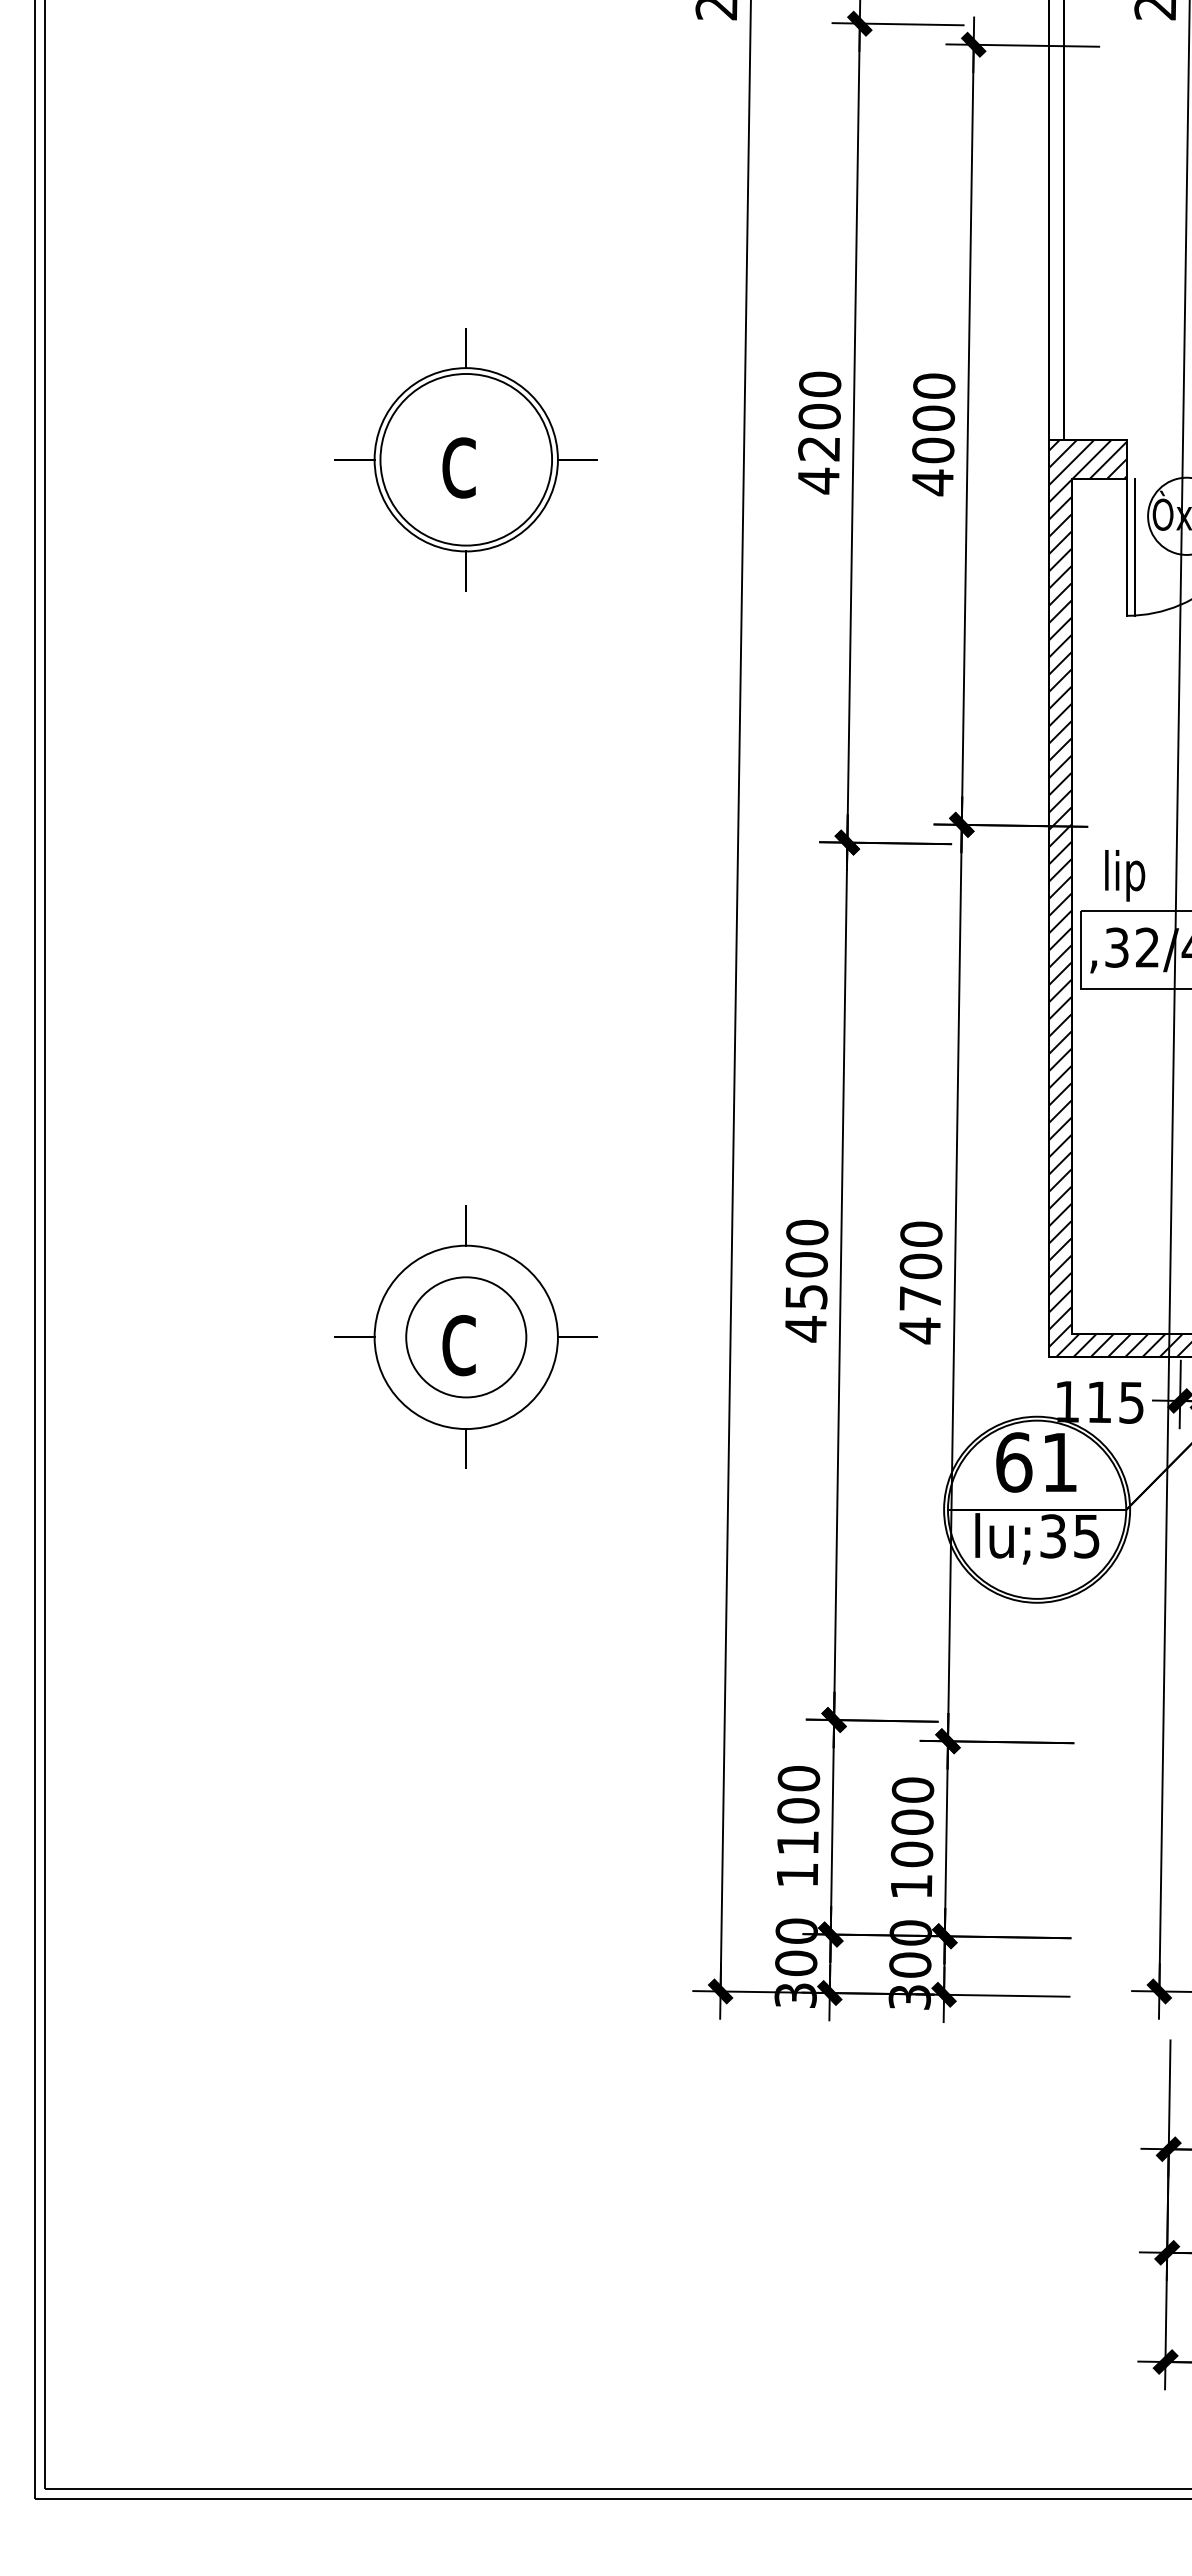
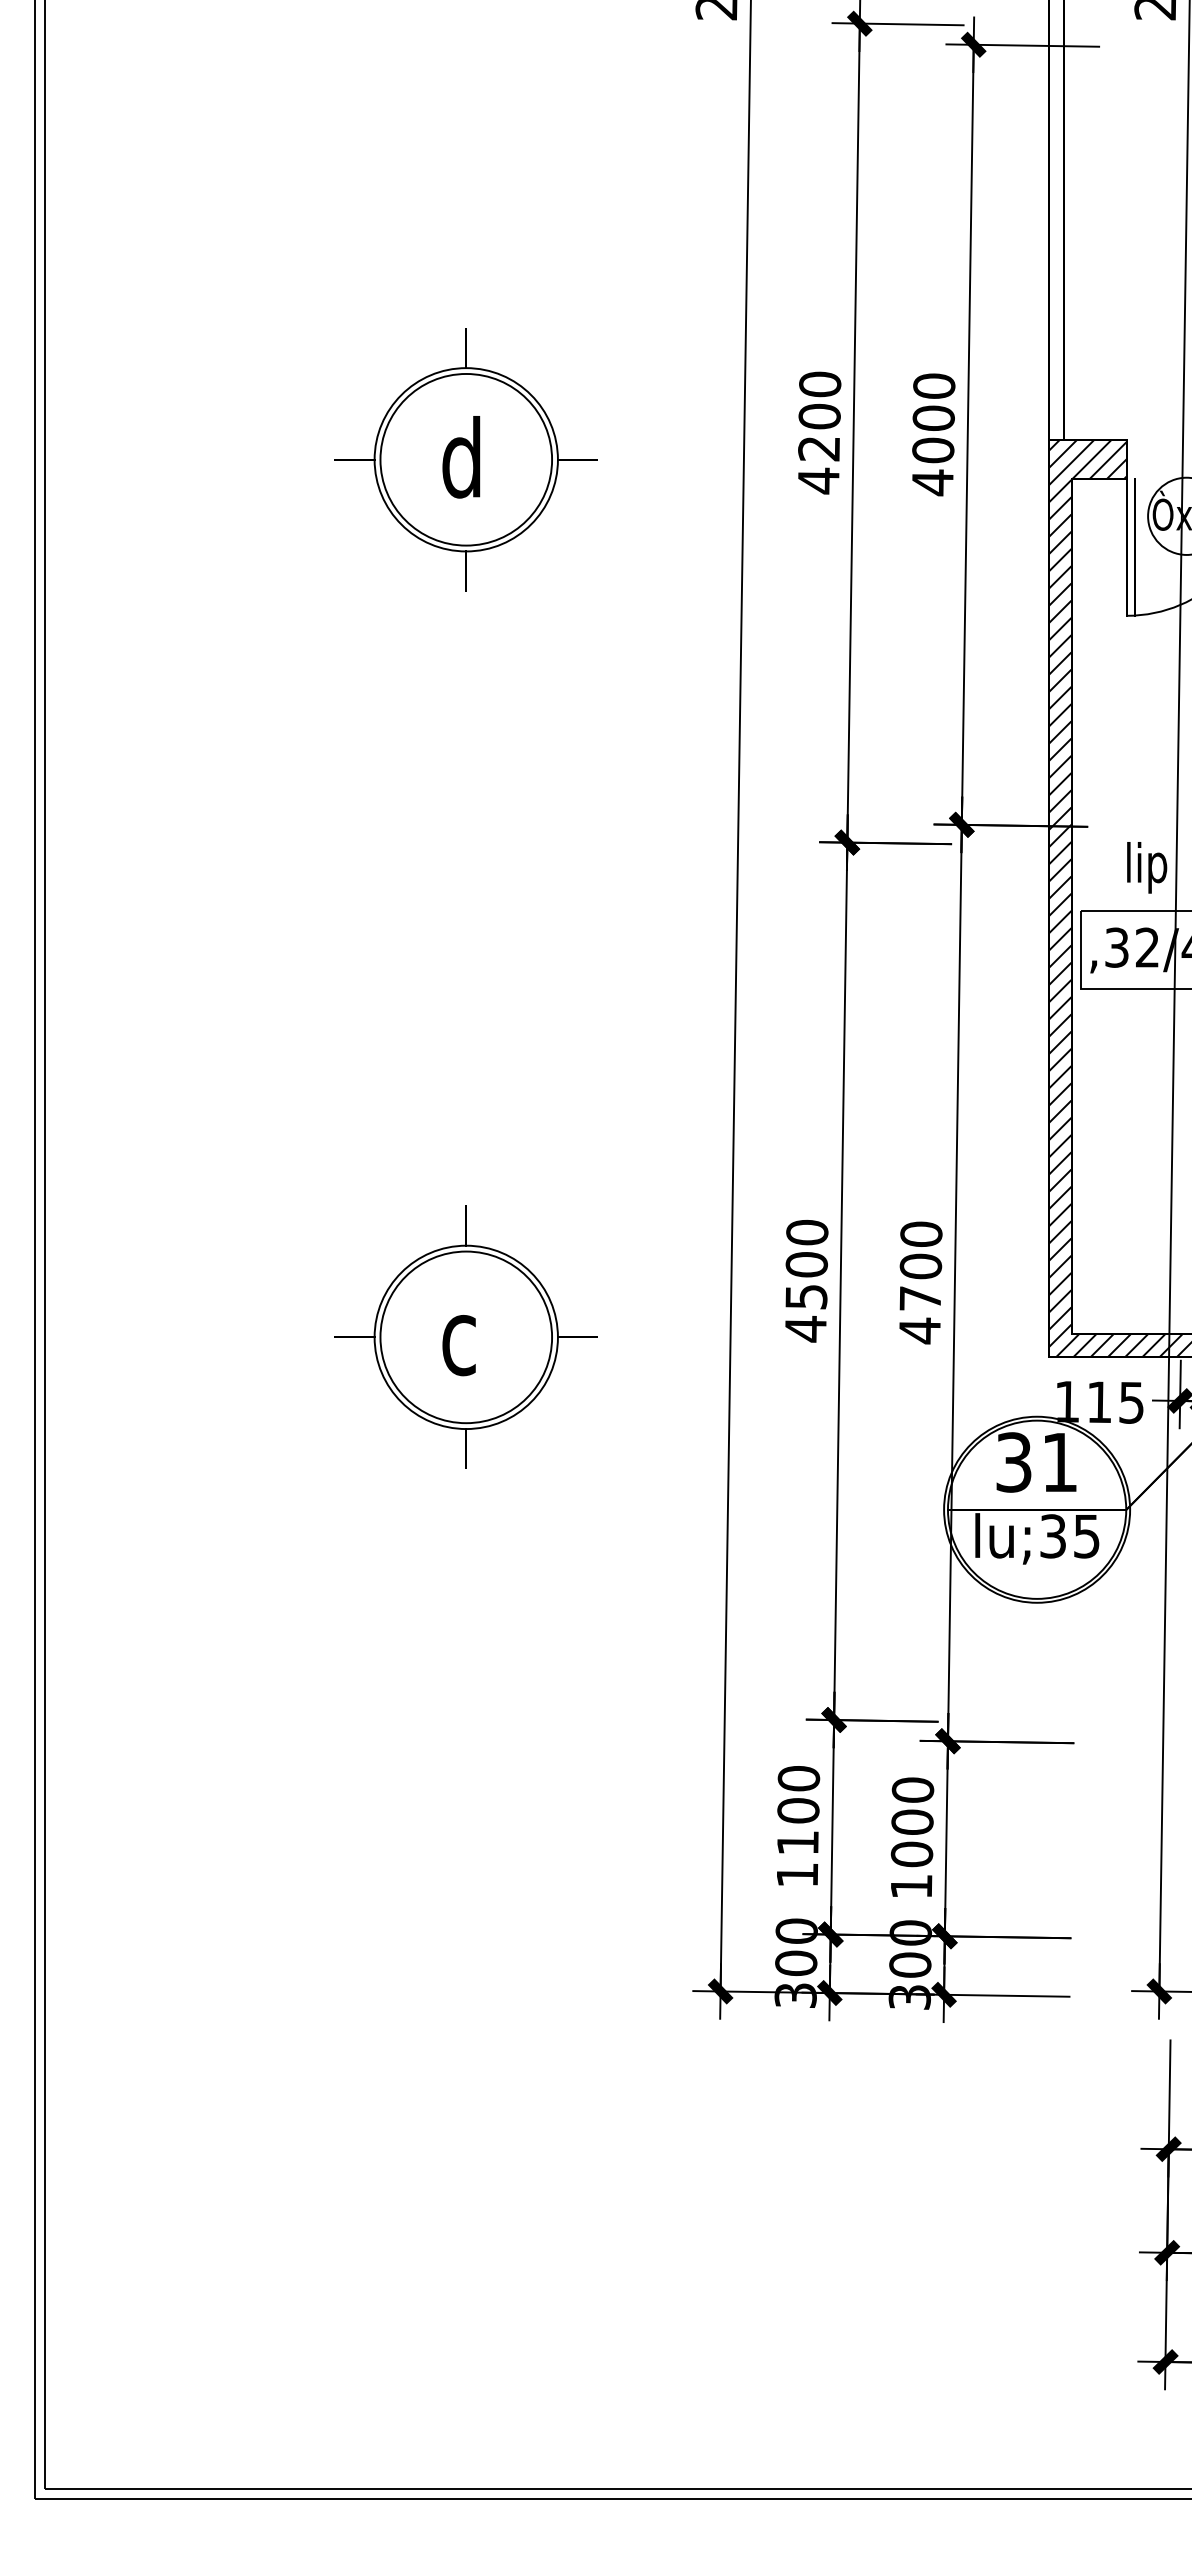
text at (461, 457): c -> d
text at (1125, 875) position: (1125, 875) -> (1147, 867)
circle at (466, 1337) diameter: 120 px -> 172 px
text at (1014, 1462): 61 -> 31
